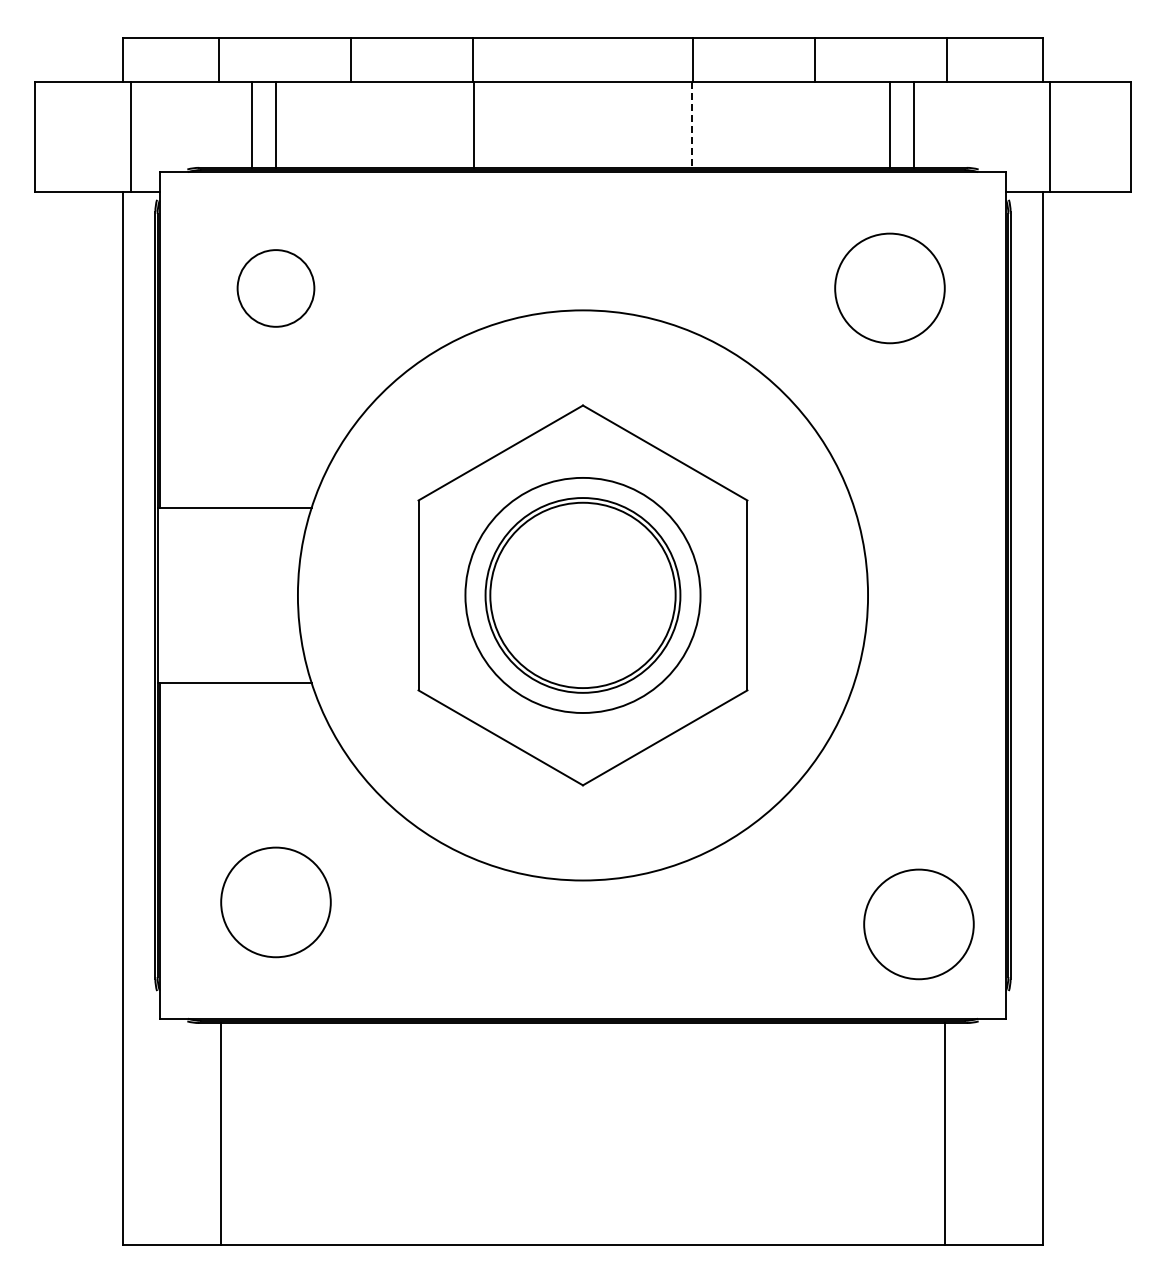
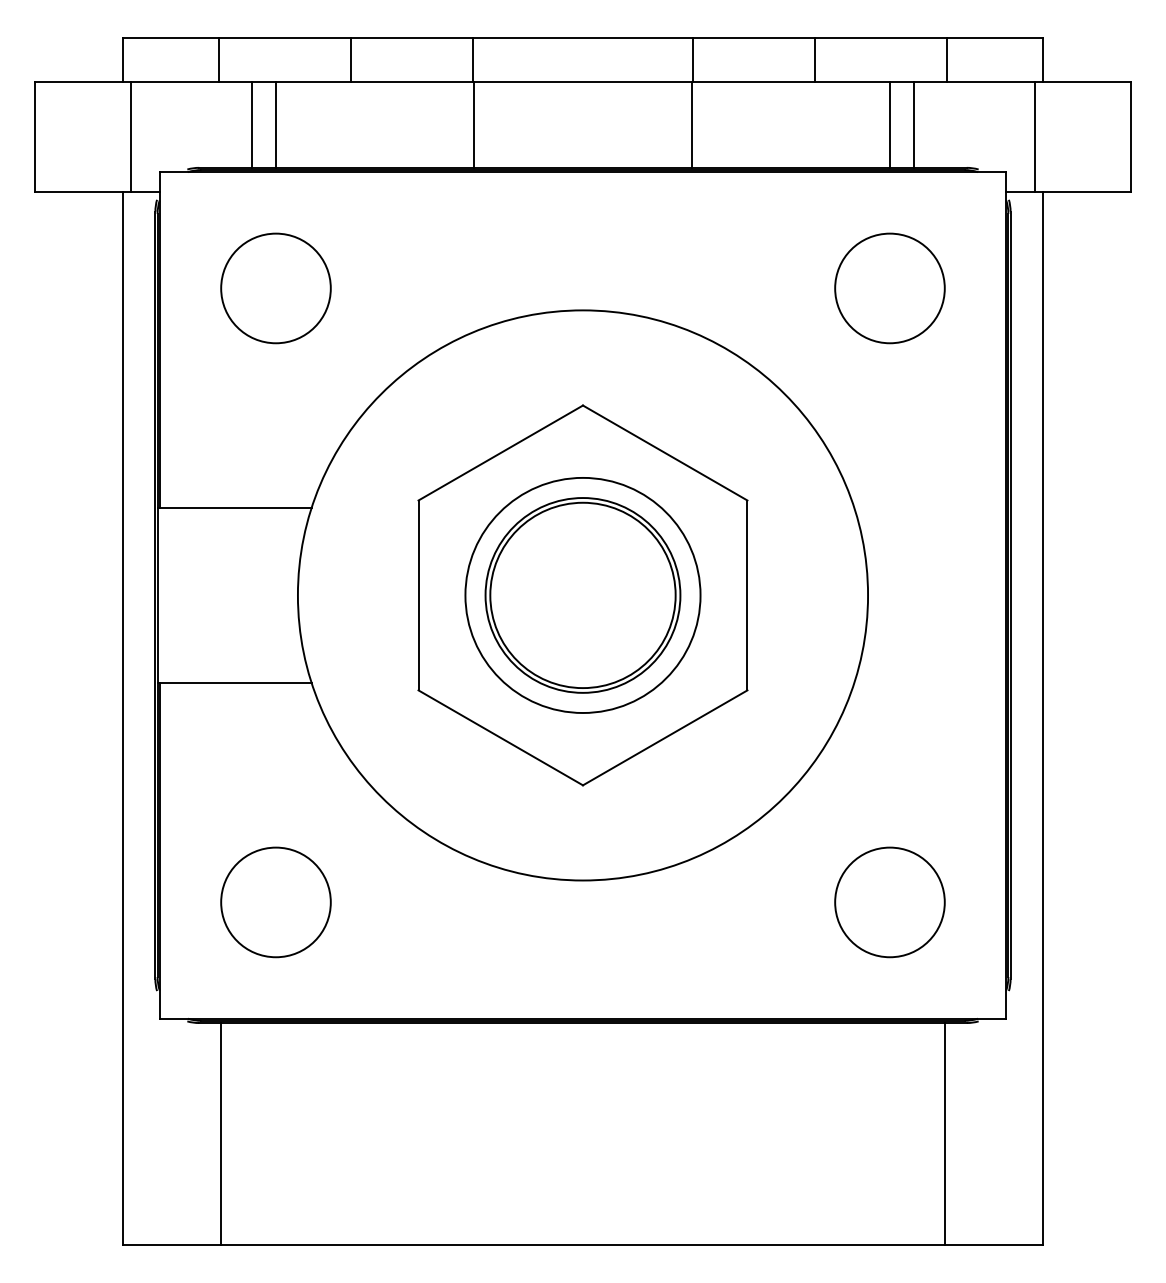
line at (692, 125): dashed -> solid
line at (1049, 136) position: (1049, 136) -> (1034, 136)
circle at (275, 288) size: 80x79 px -> 112x113 px
circle at (918, 924) position: (918, 924) -> (889, 902)
